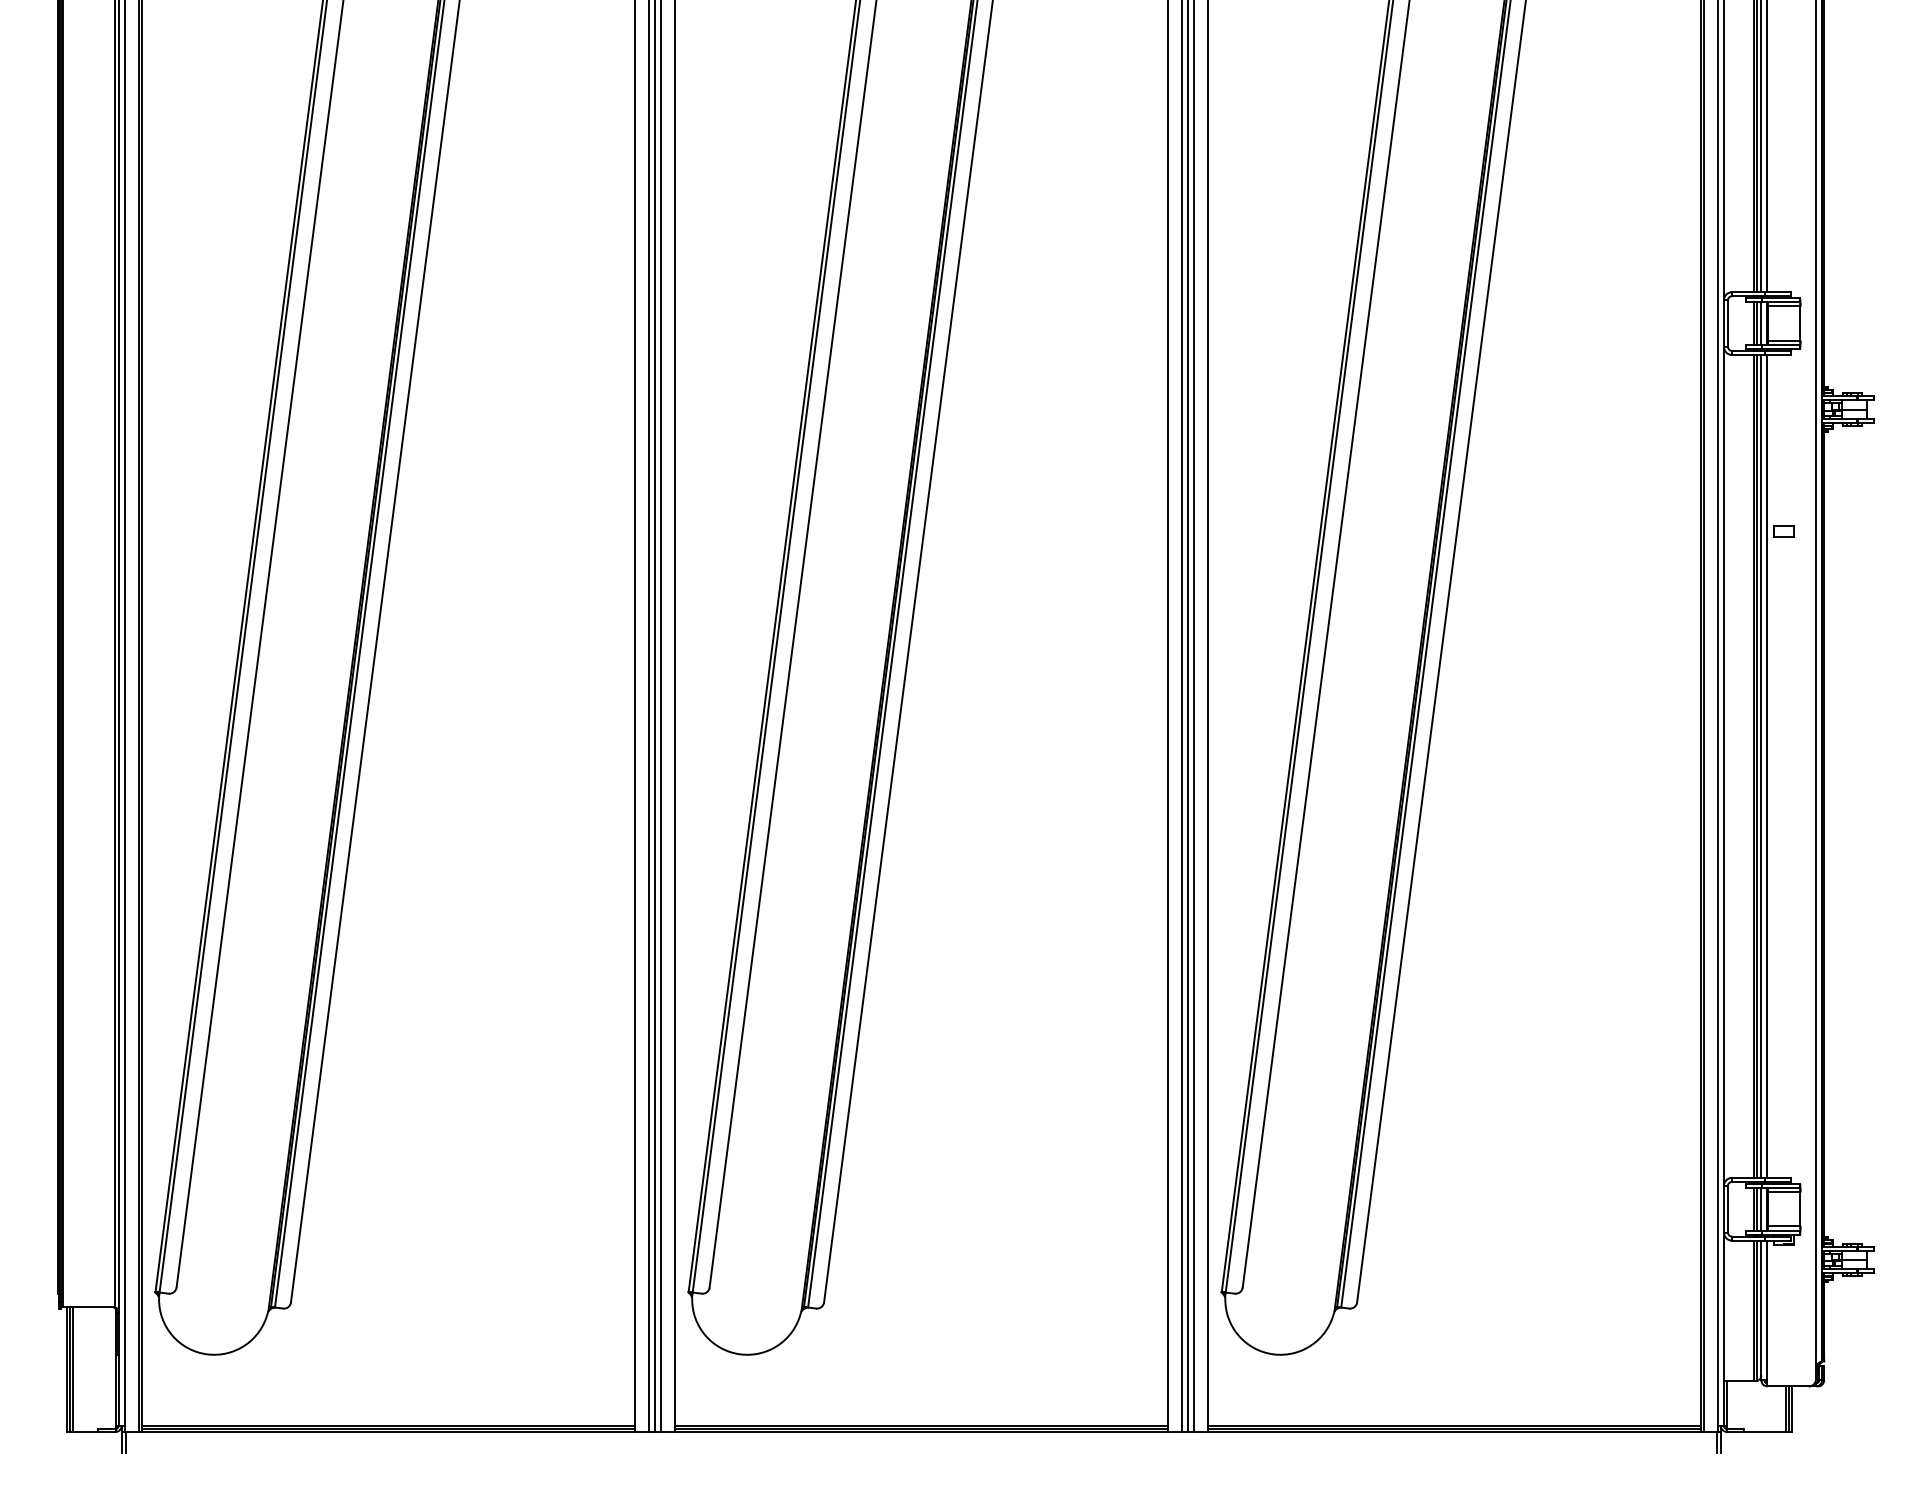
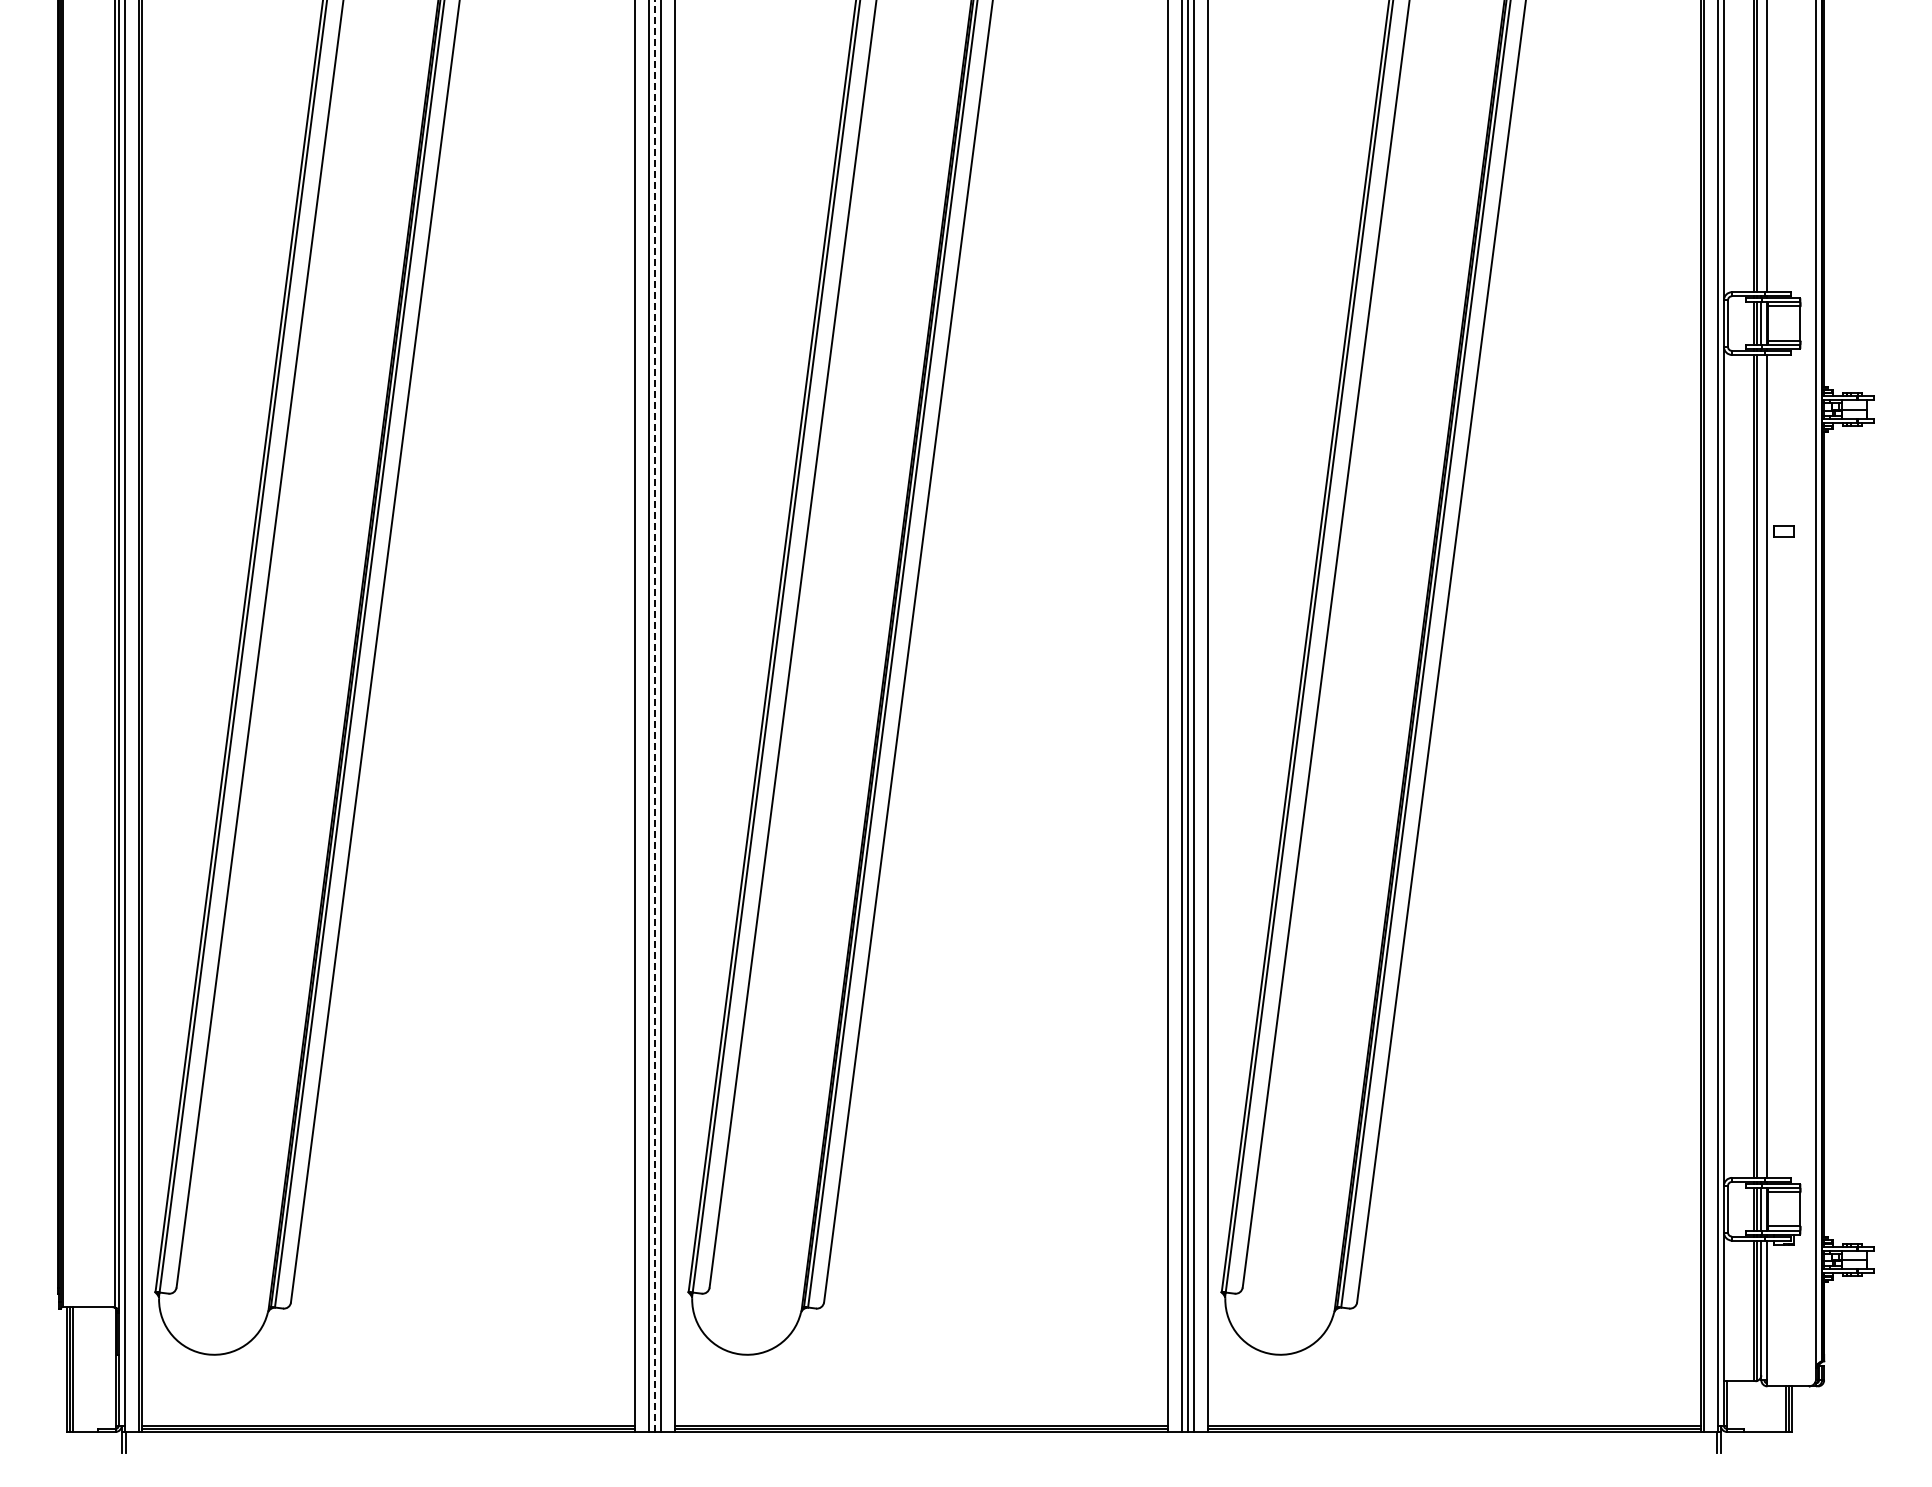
line at (1761, 147): present -> none
line at (654, 715): solid -> dashed
line at (1761, 765): present -> none
